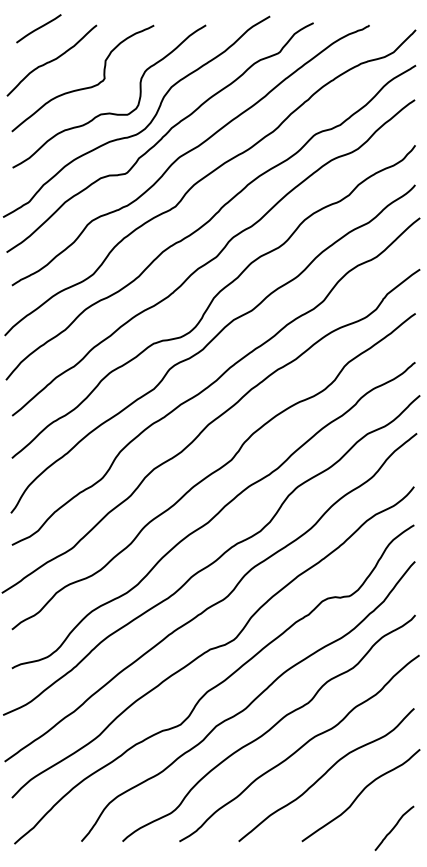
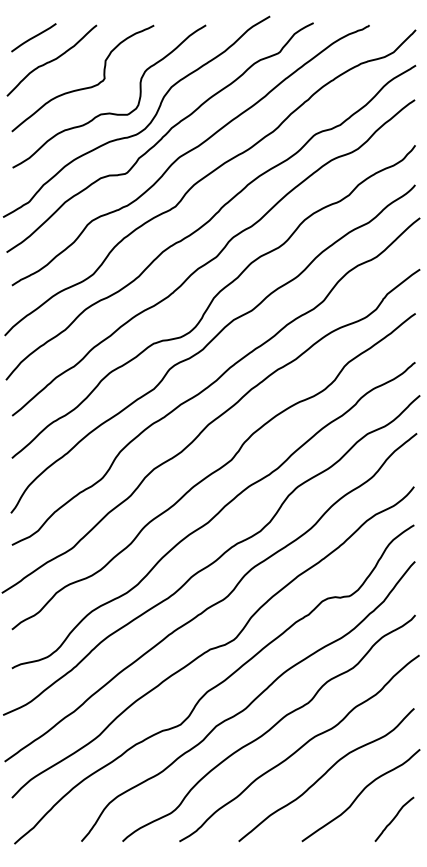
curve at (38, 28) position: (38, 28) -> (33, 37)
curve at (394, 827) position: (394, 827) -> (394, 818)
